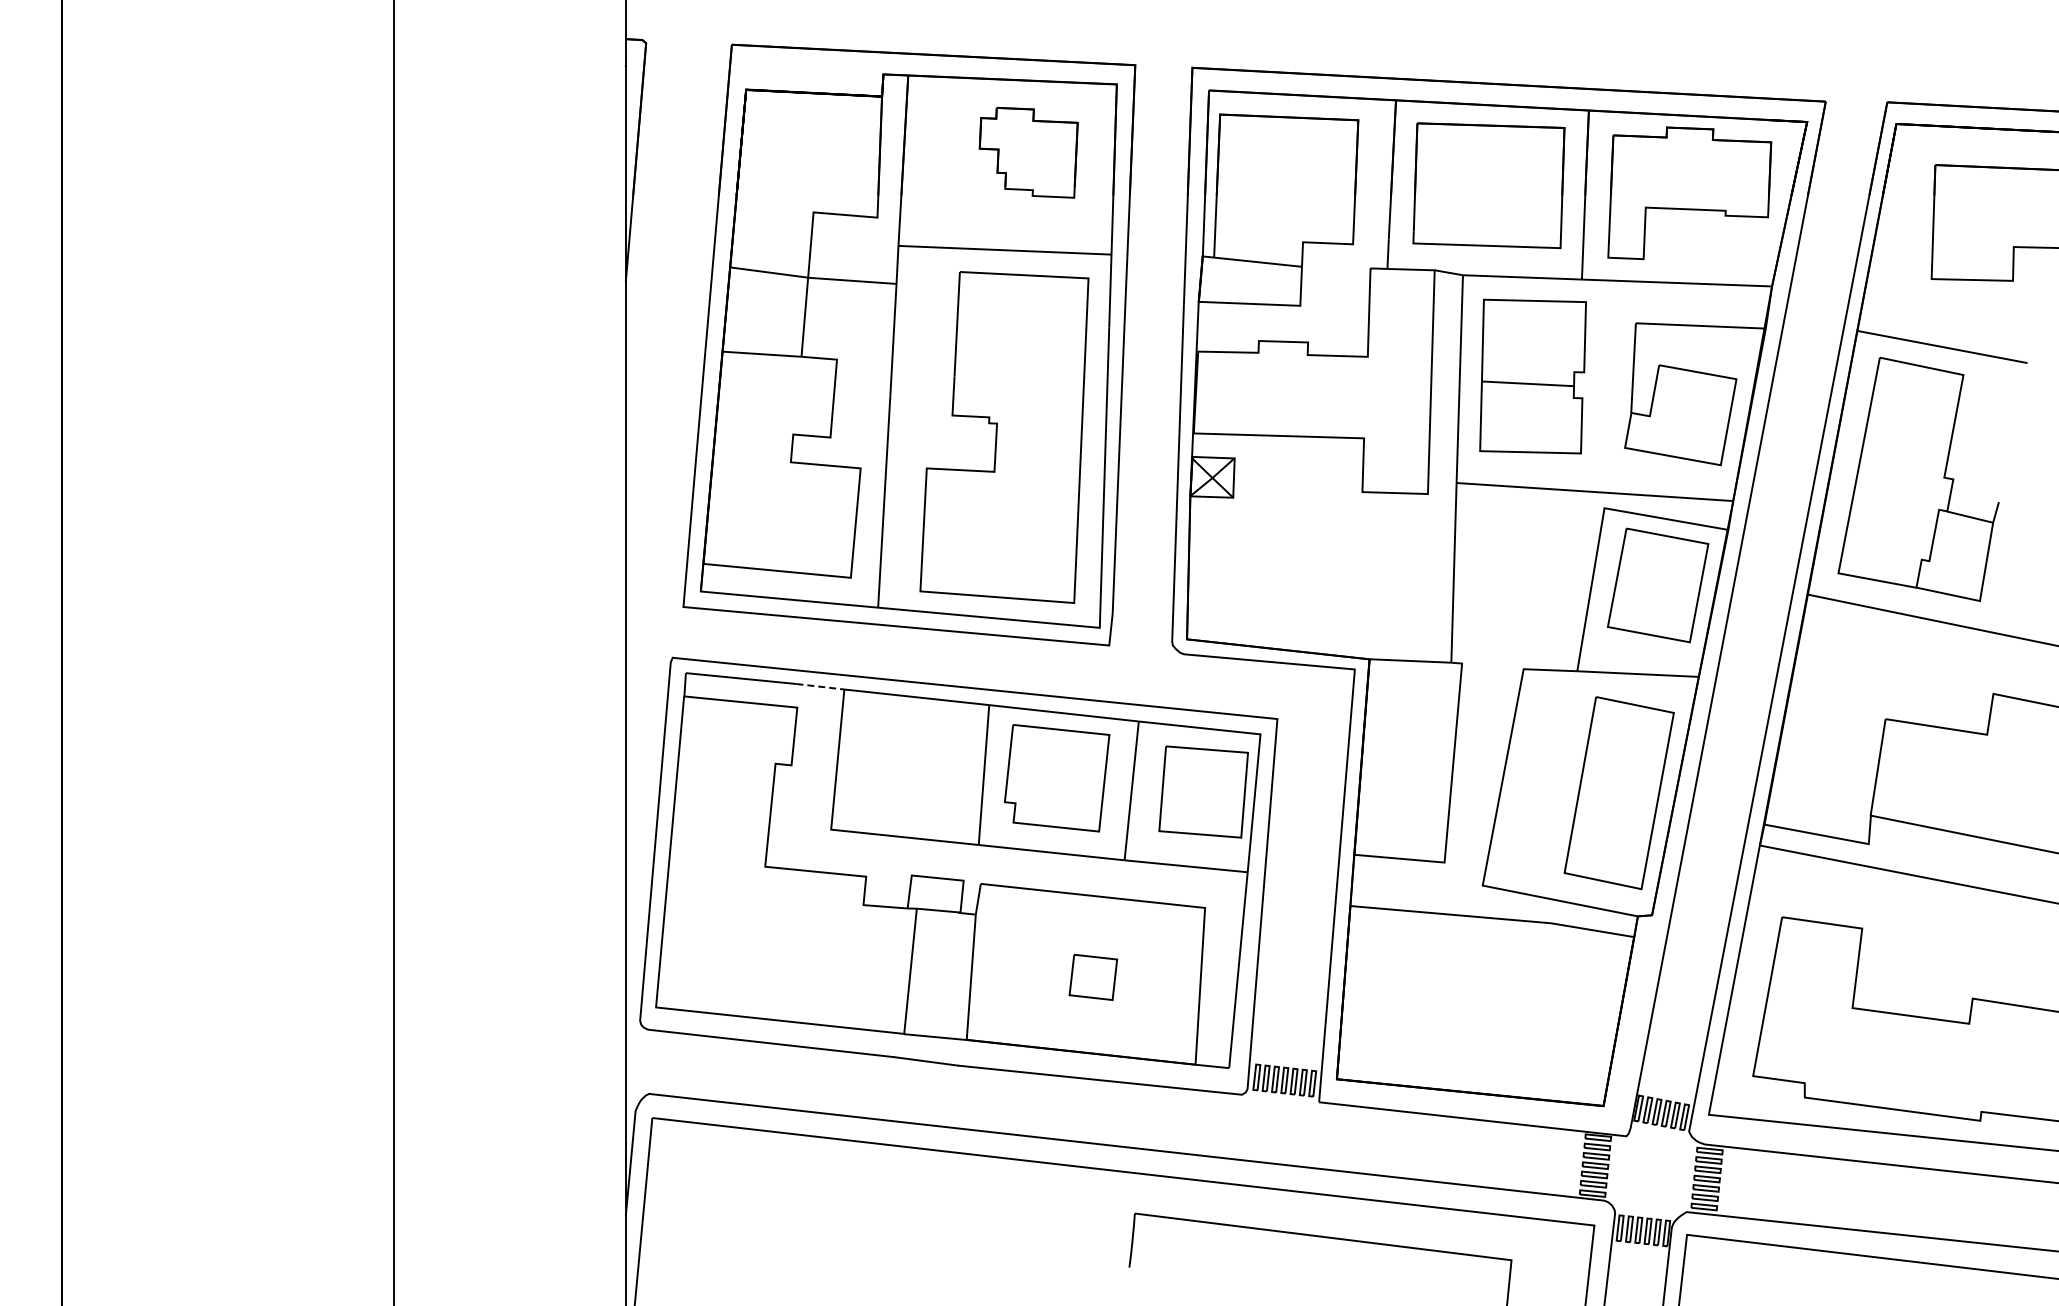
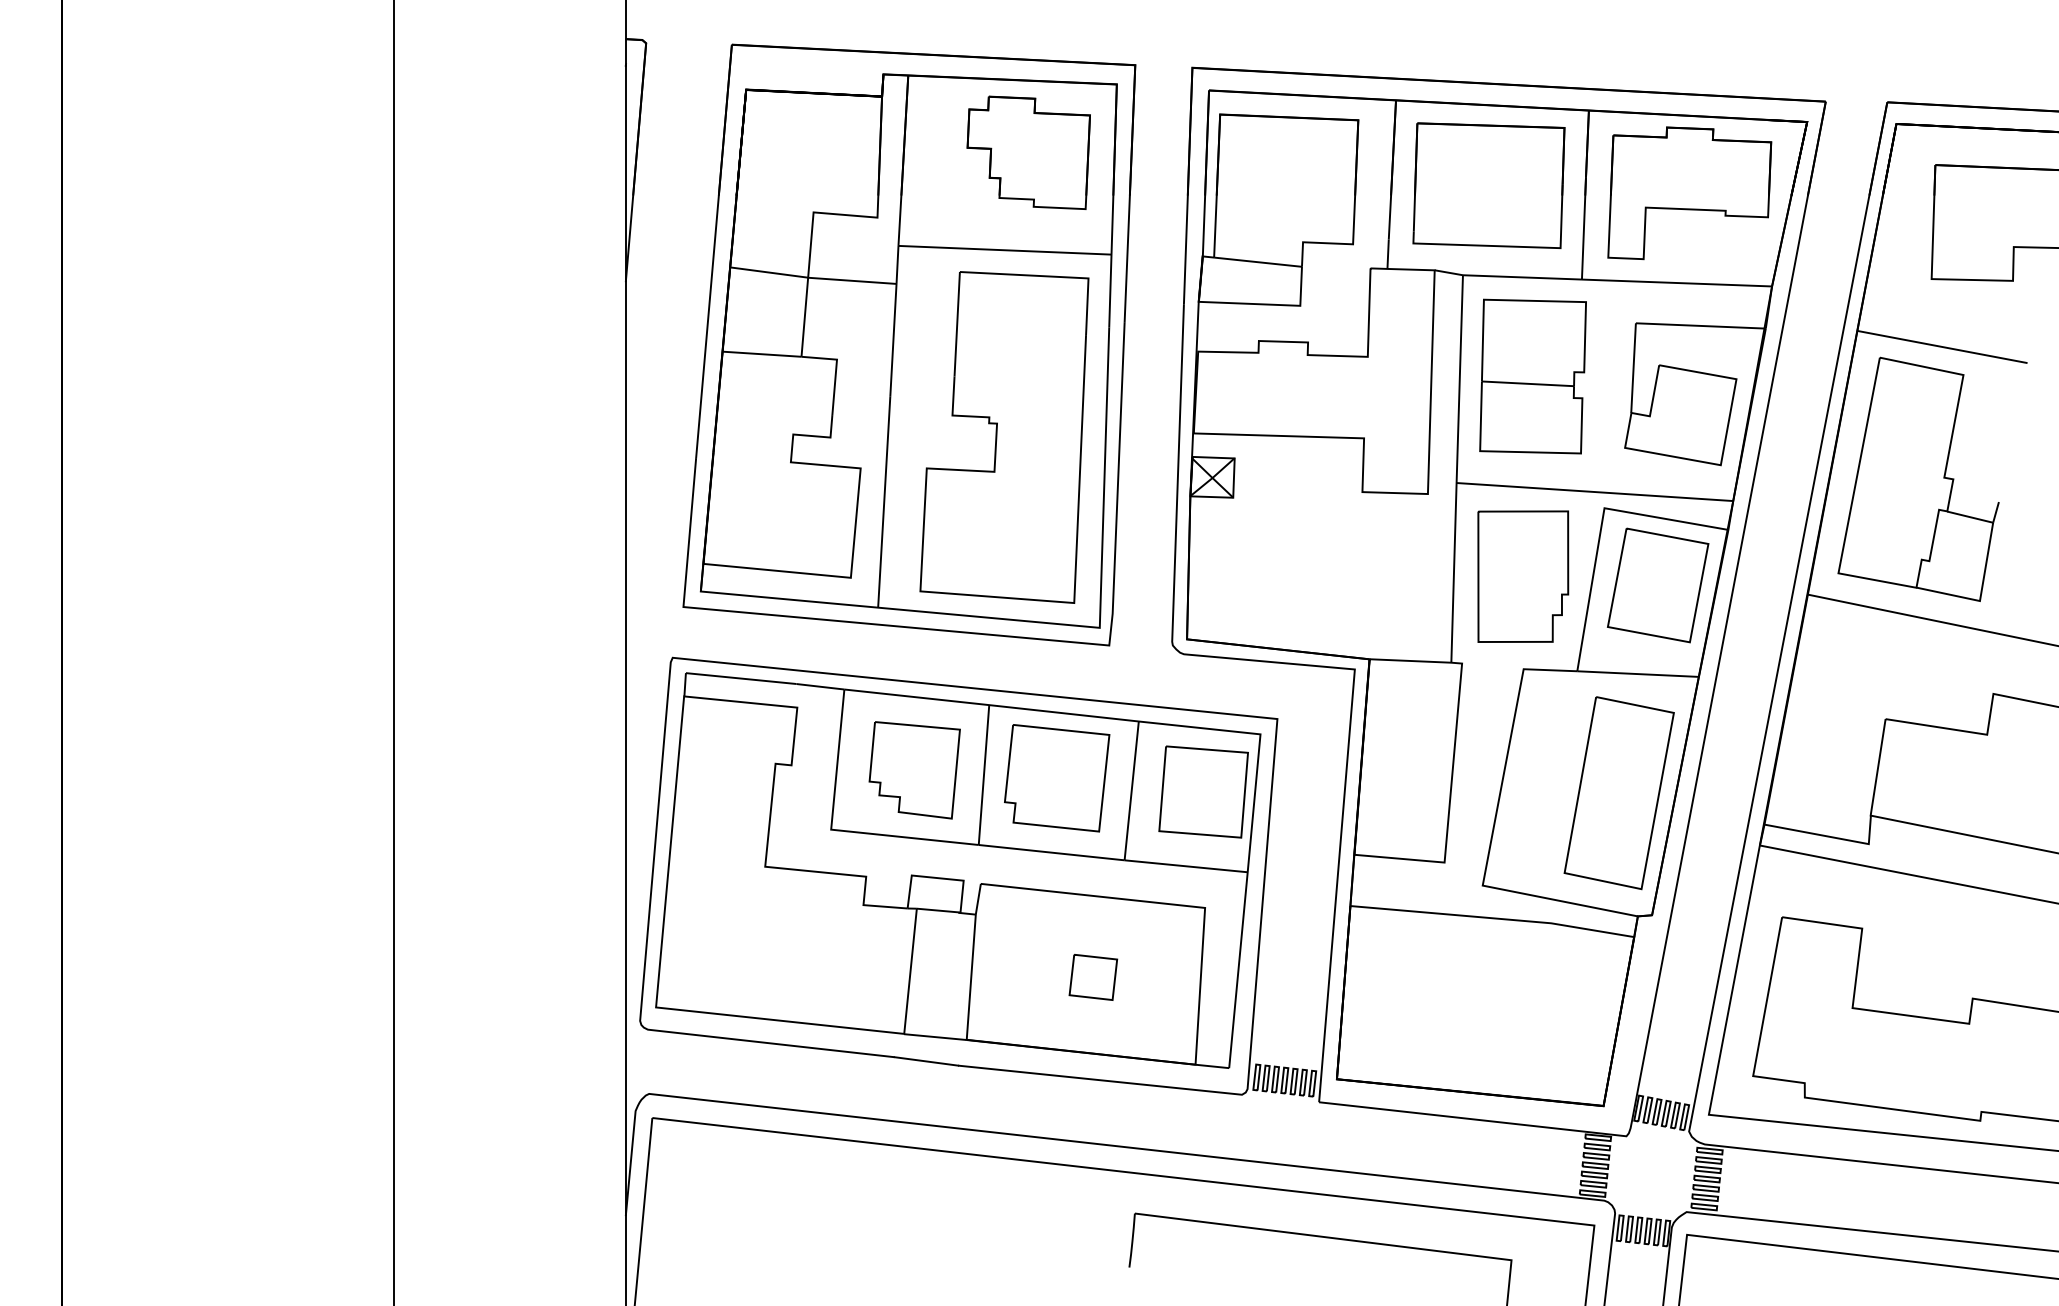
part at (1028, 152) size: 101x93 px -> 125x115 px
part at (1523, 576): none -> present
line at (820, 686): dashed -> solid
part at (914, 770): none -> present
